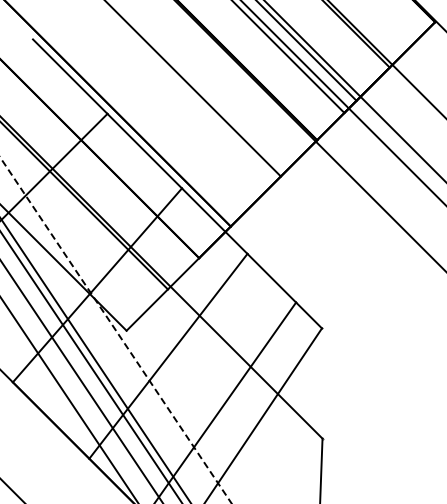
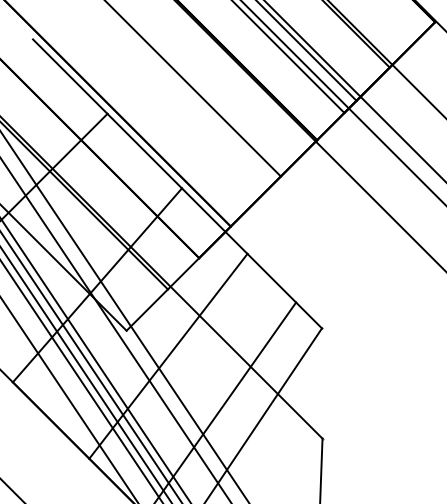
line at (124, 317): none -> present
line at (115, 330): dashed -> solid
line at (86, 374): none -> present
